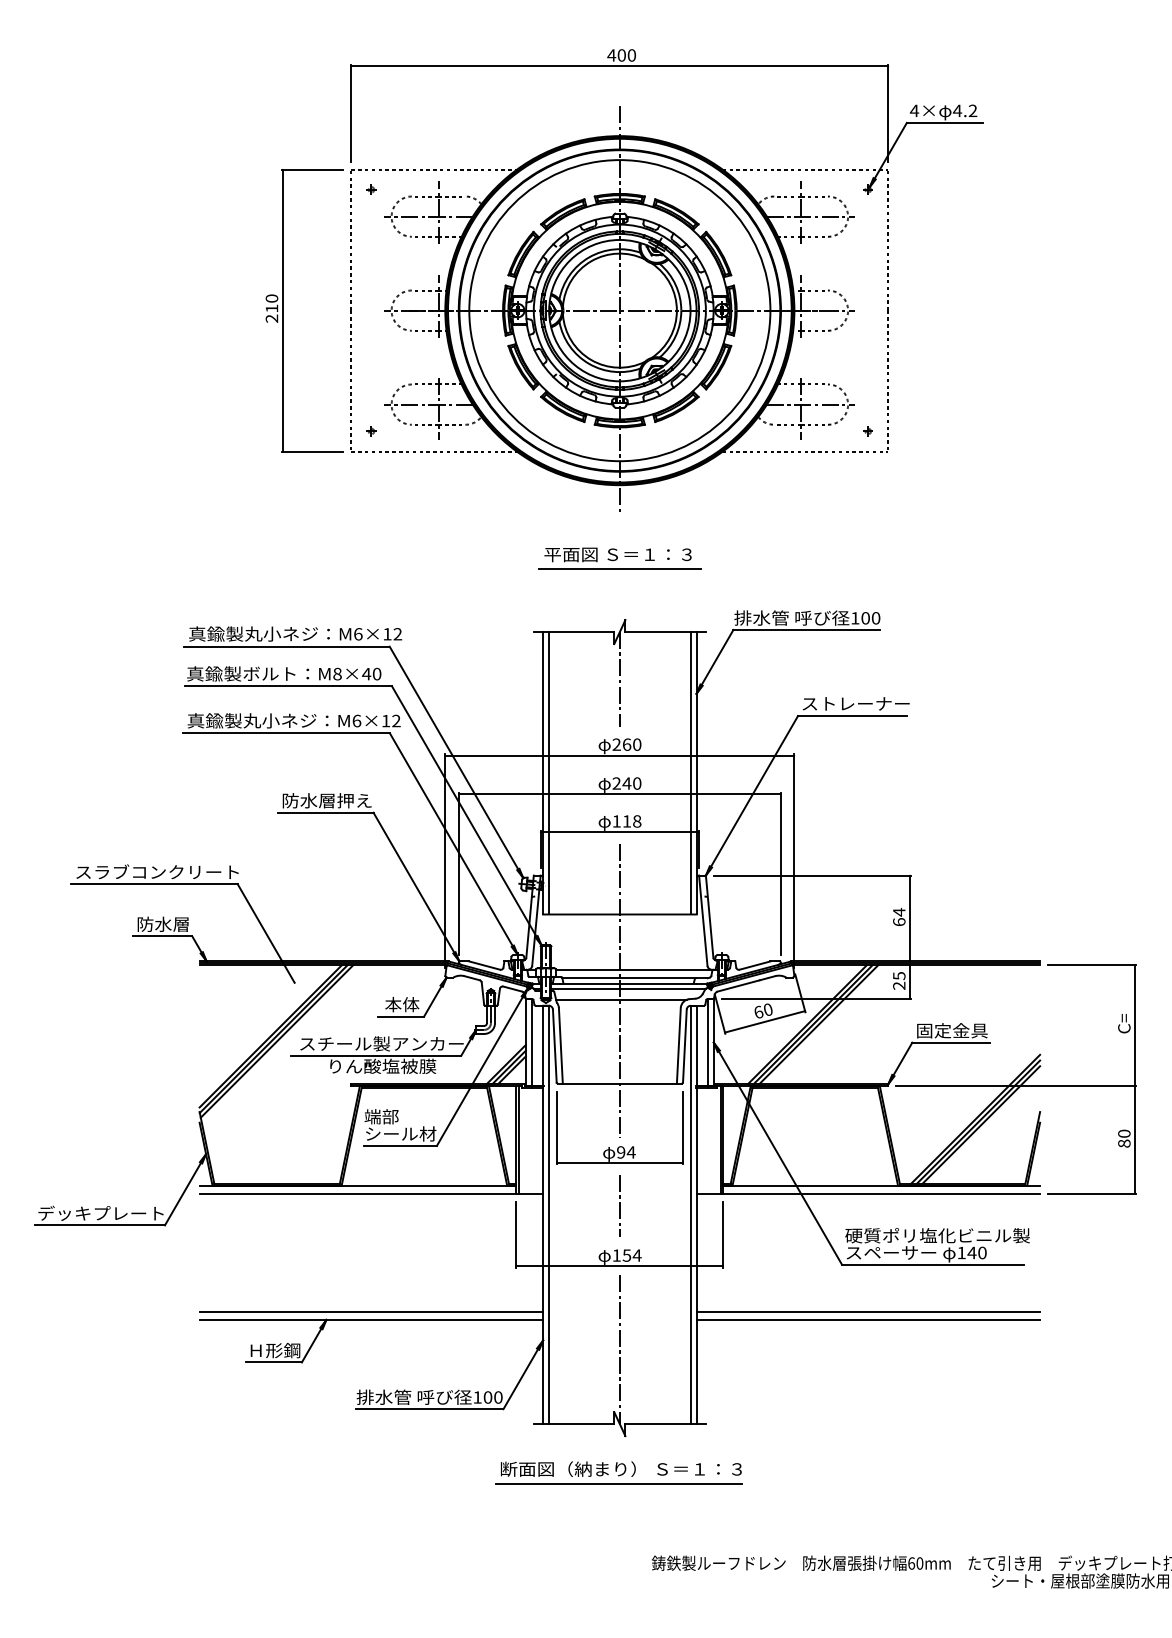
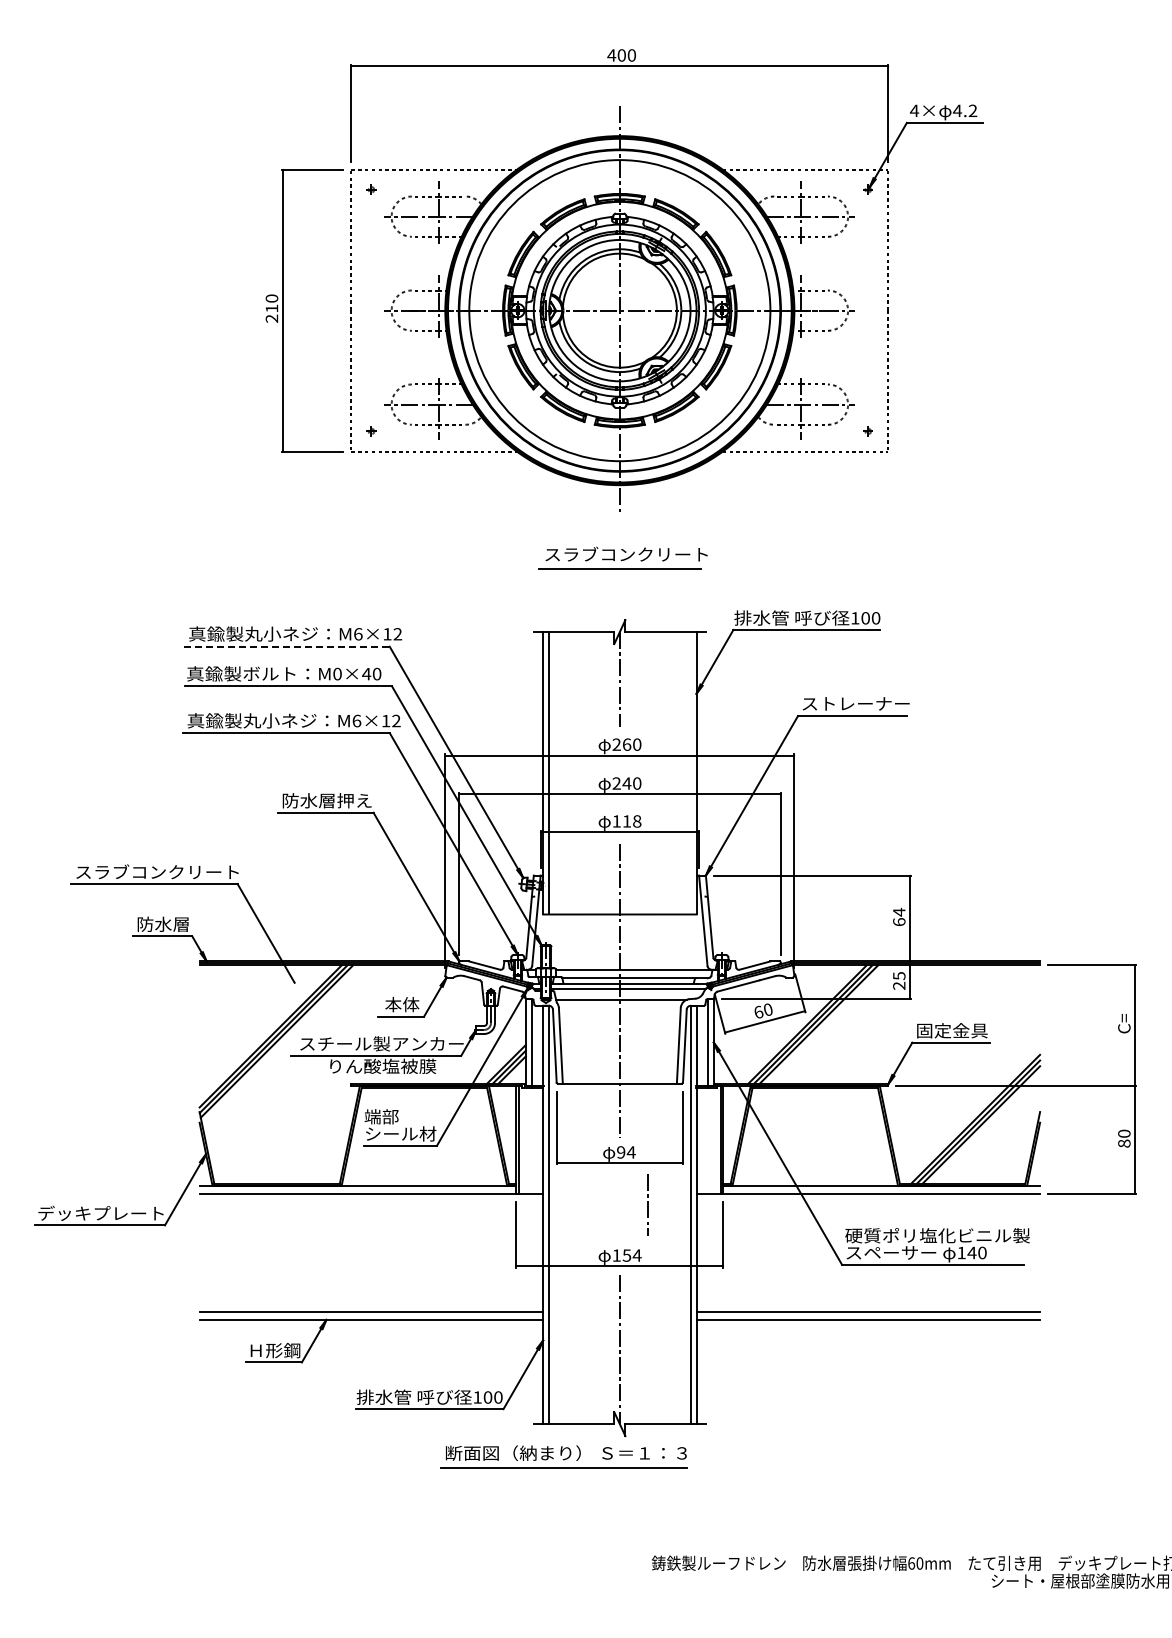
text at (625, 554): 平面図 Ｓ＝１：３ -> スラブコンクリート
line at (287, 646): solid -> dashed
text at (337, 674): M8×40 -> M0×40
line at (690, 772): present -> none
line at (619, 1205) position: (619, 1205) -> (647, 1204)
part at (618, 1472) position: (618, 1472) -> (563, 1456)
